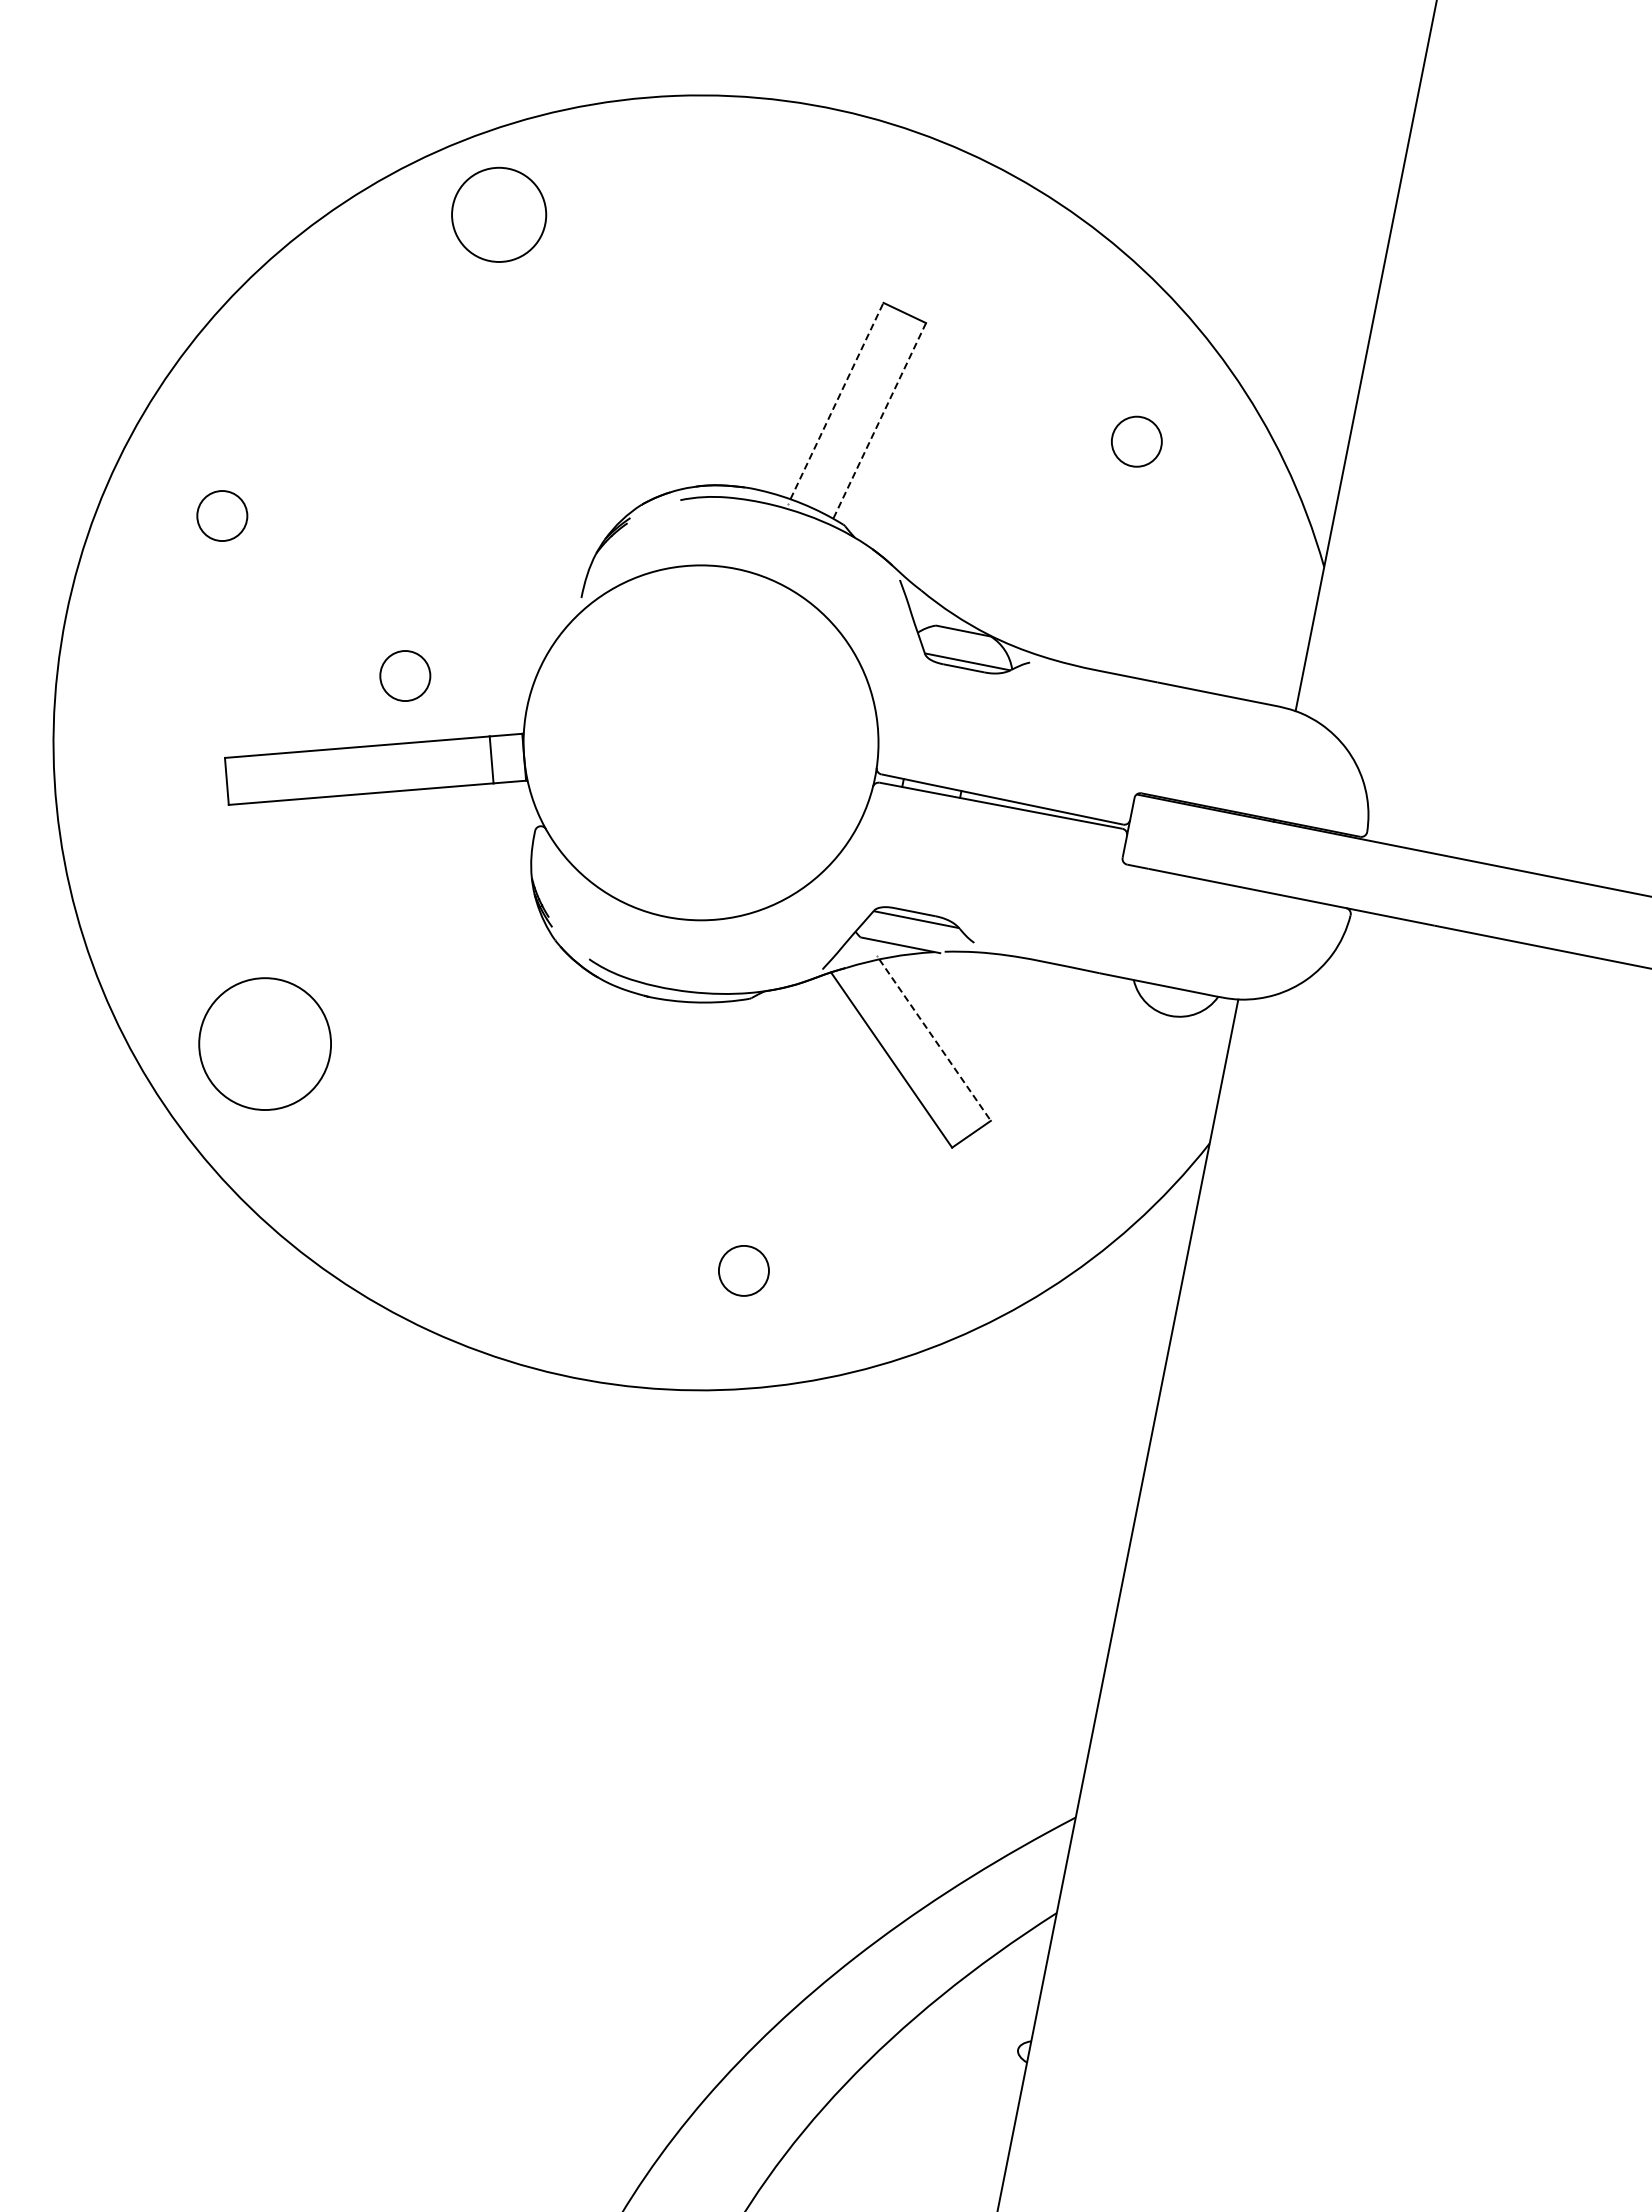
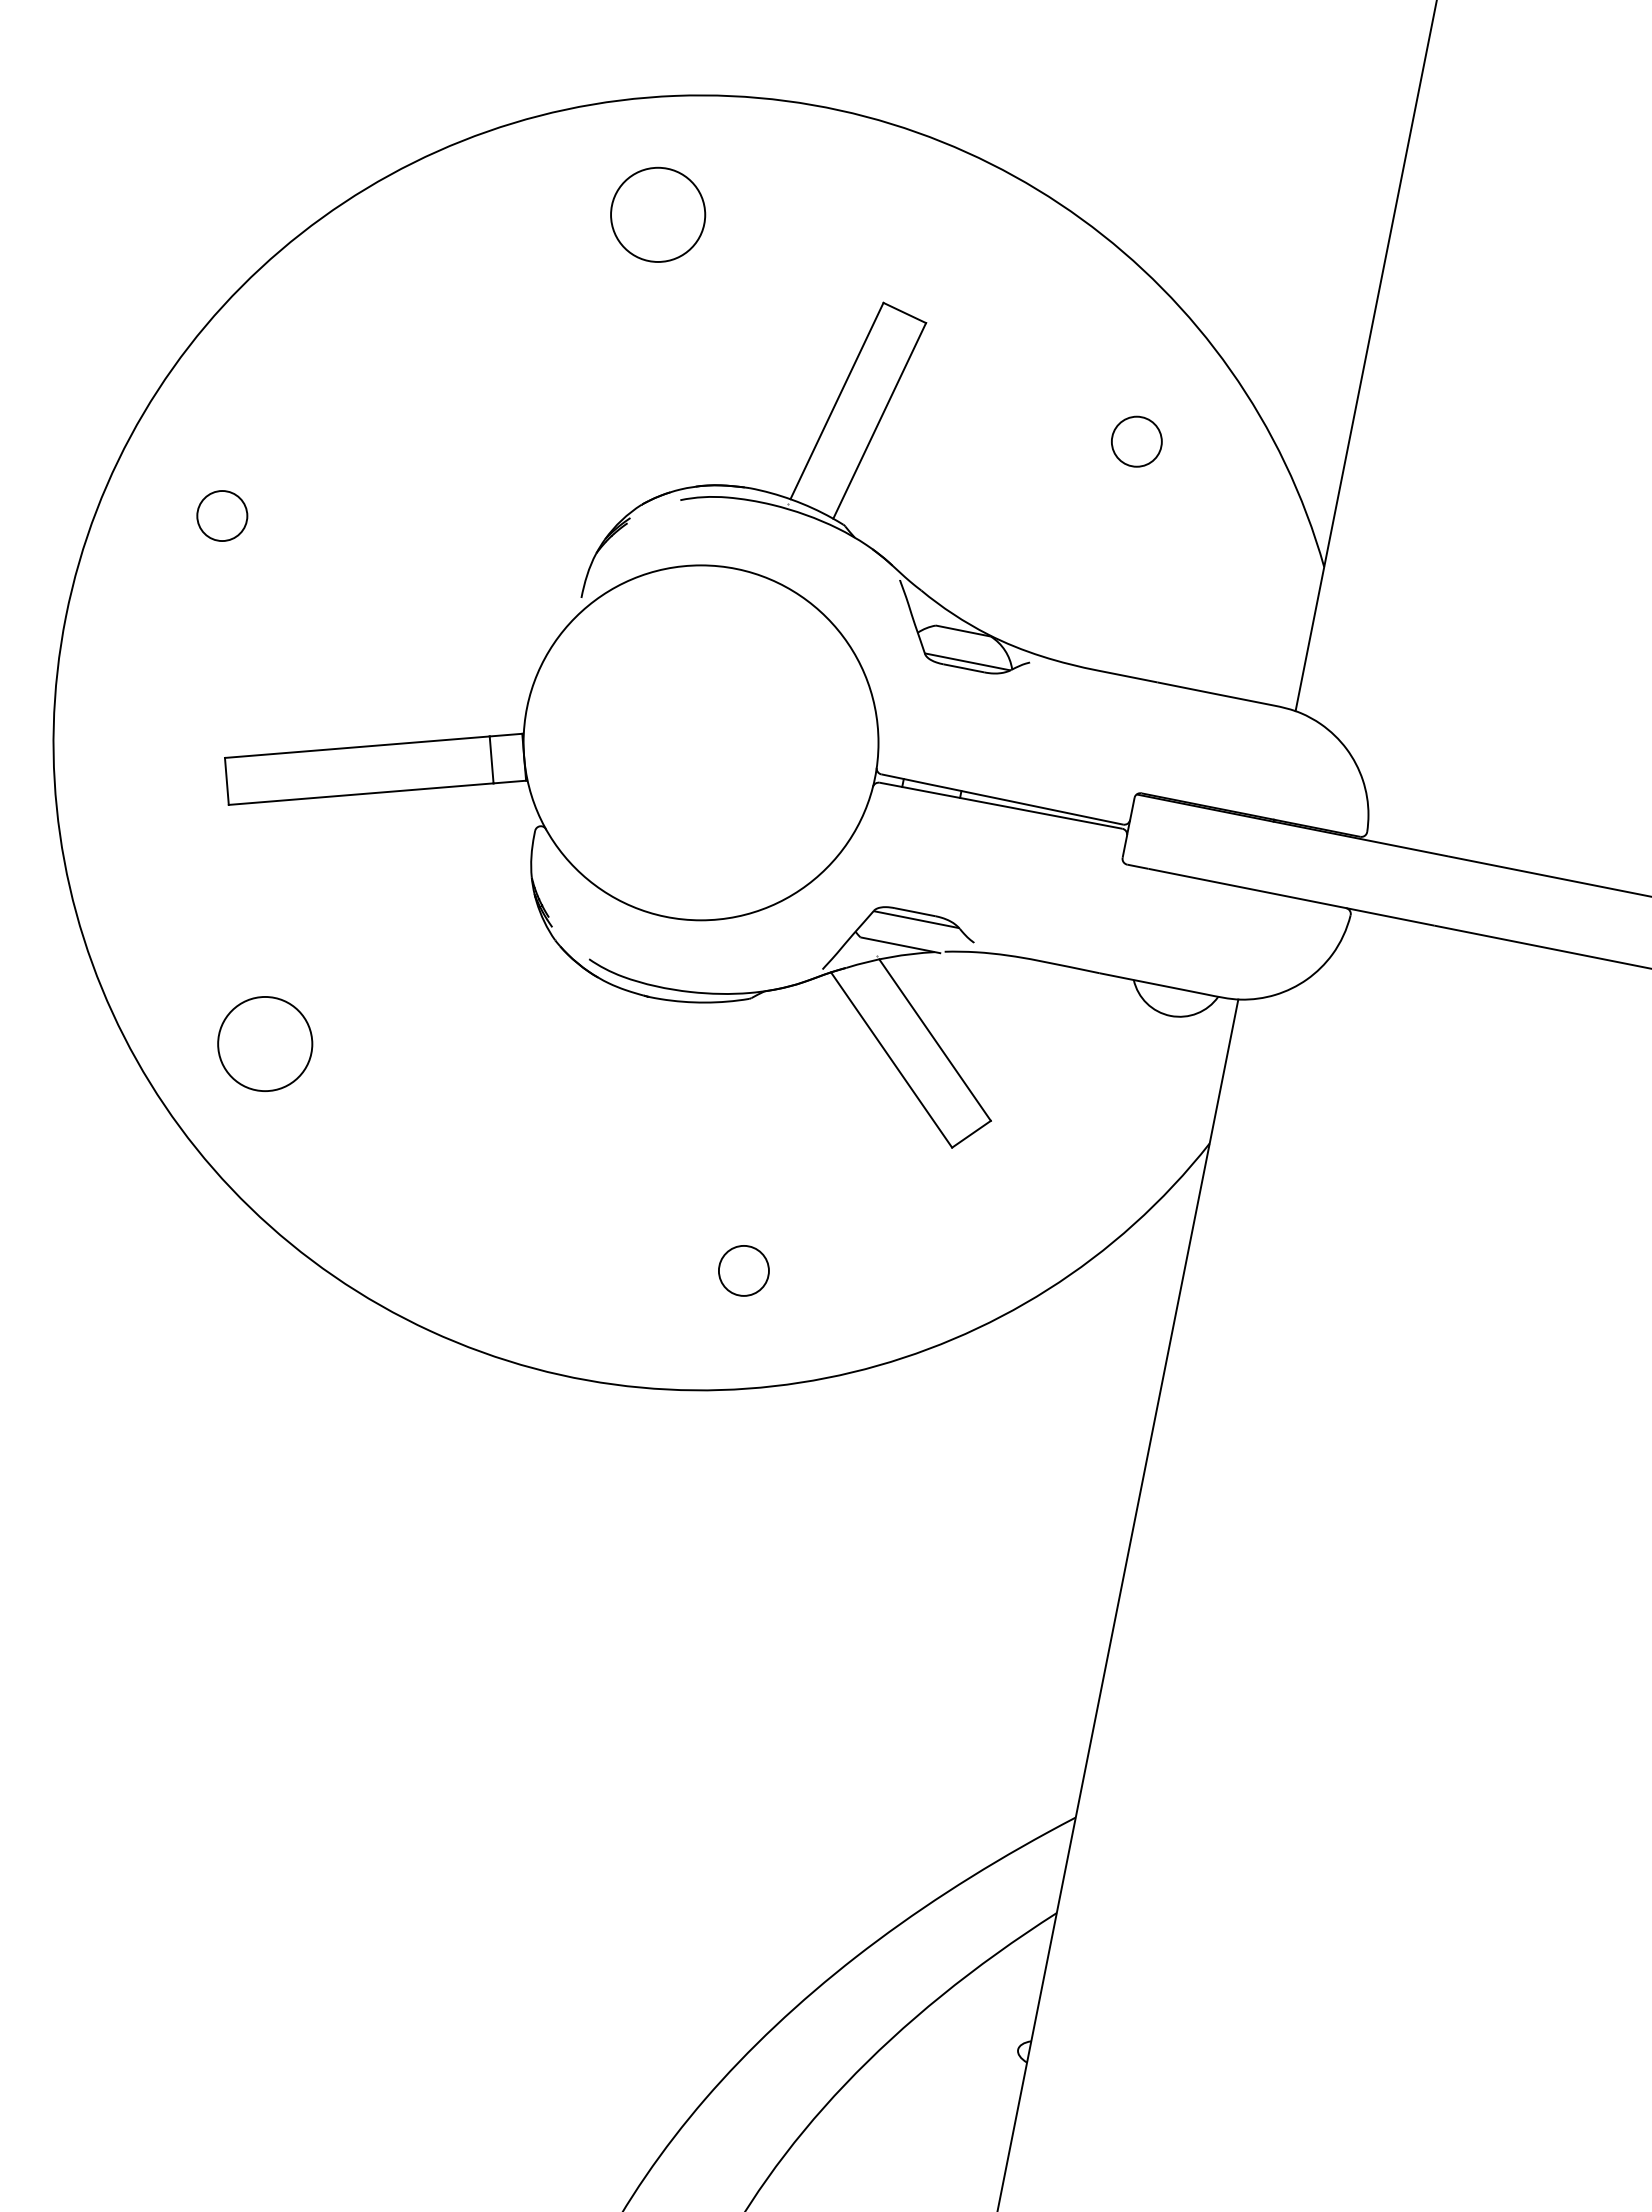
circle at (499, 214) position: (499, 214) -> (658, 214)
line at (837, 401): dashed -> solid
line at (879, 421): dashed -> solid
circle at (405, 675): present -> none
line at (935, 1040): dashed -> solid
circle at (264, 1043) size: 134x134 px -> 97x96 px
